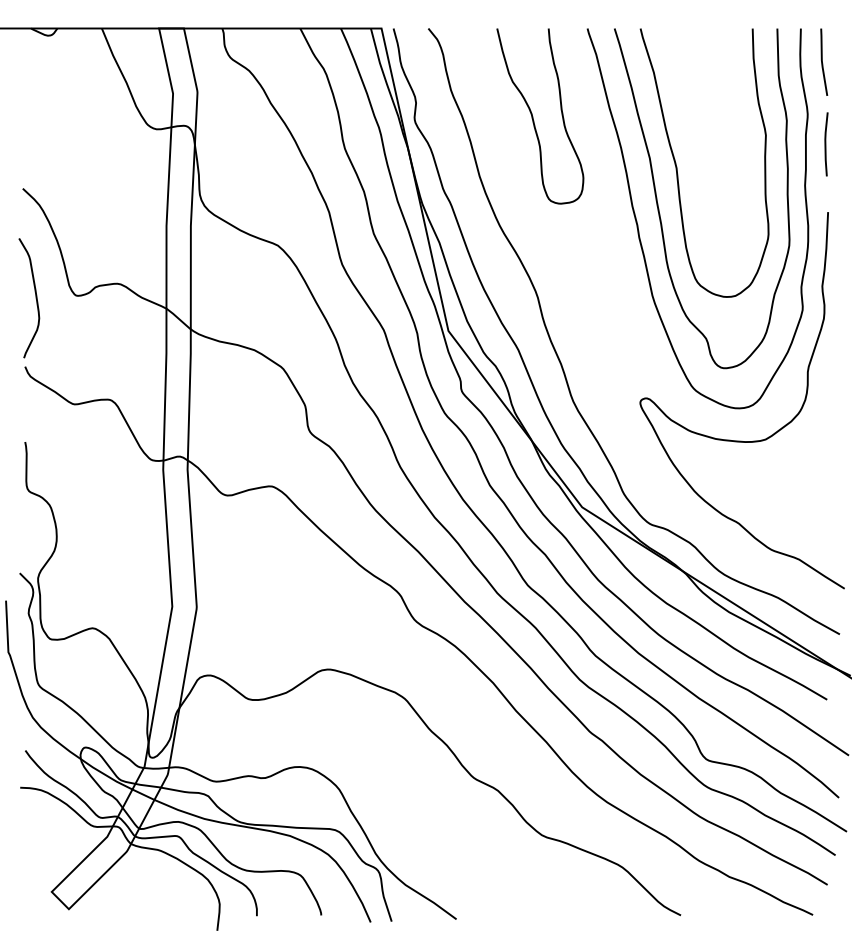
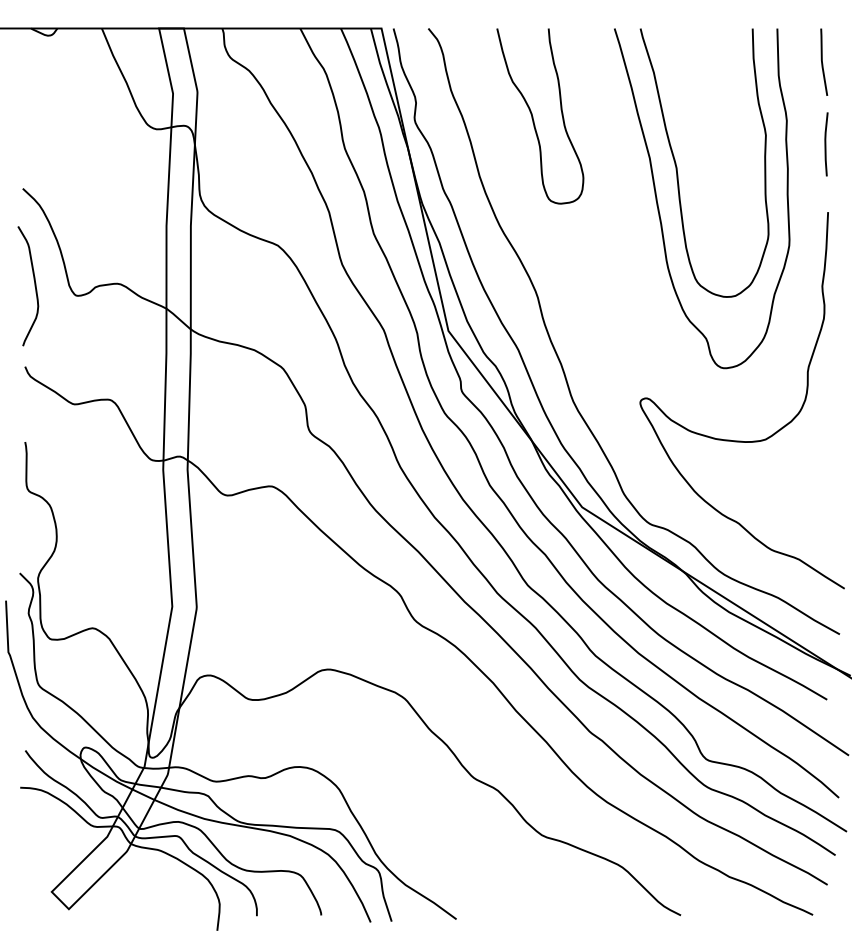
curve at (639, 230): present -> none
curve at (35, 298) position: (35, 298) -> (34, 286)
